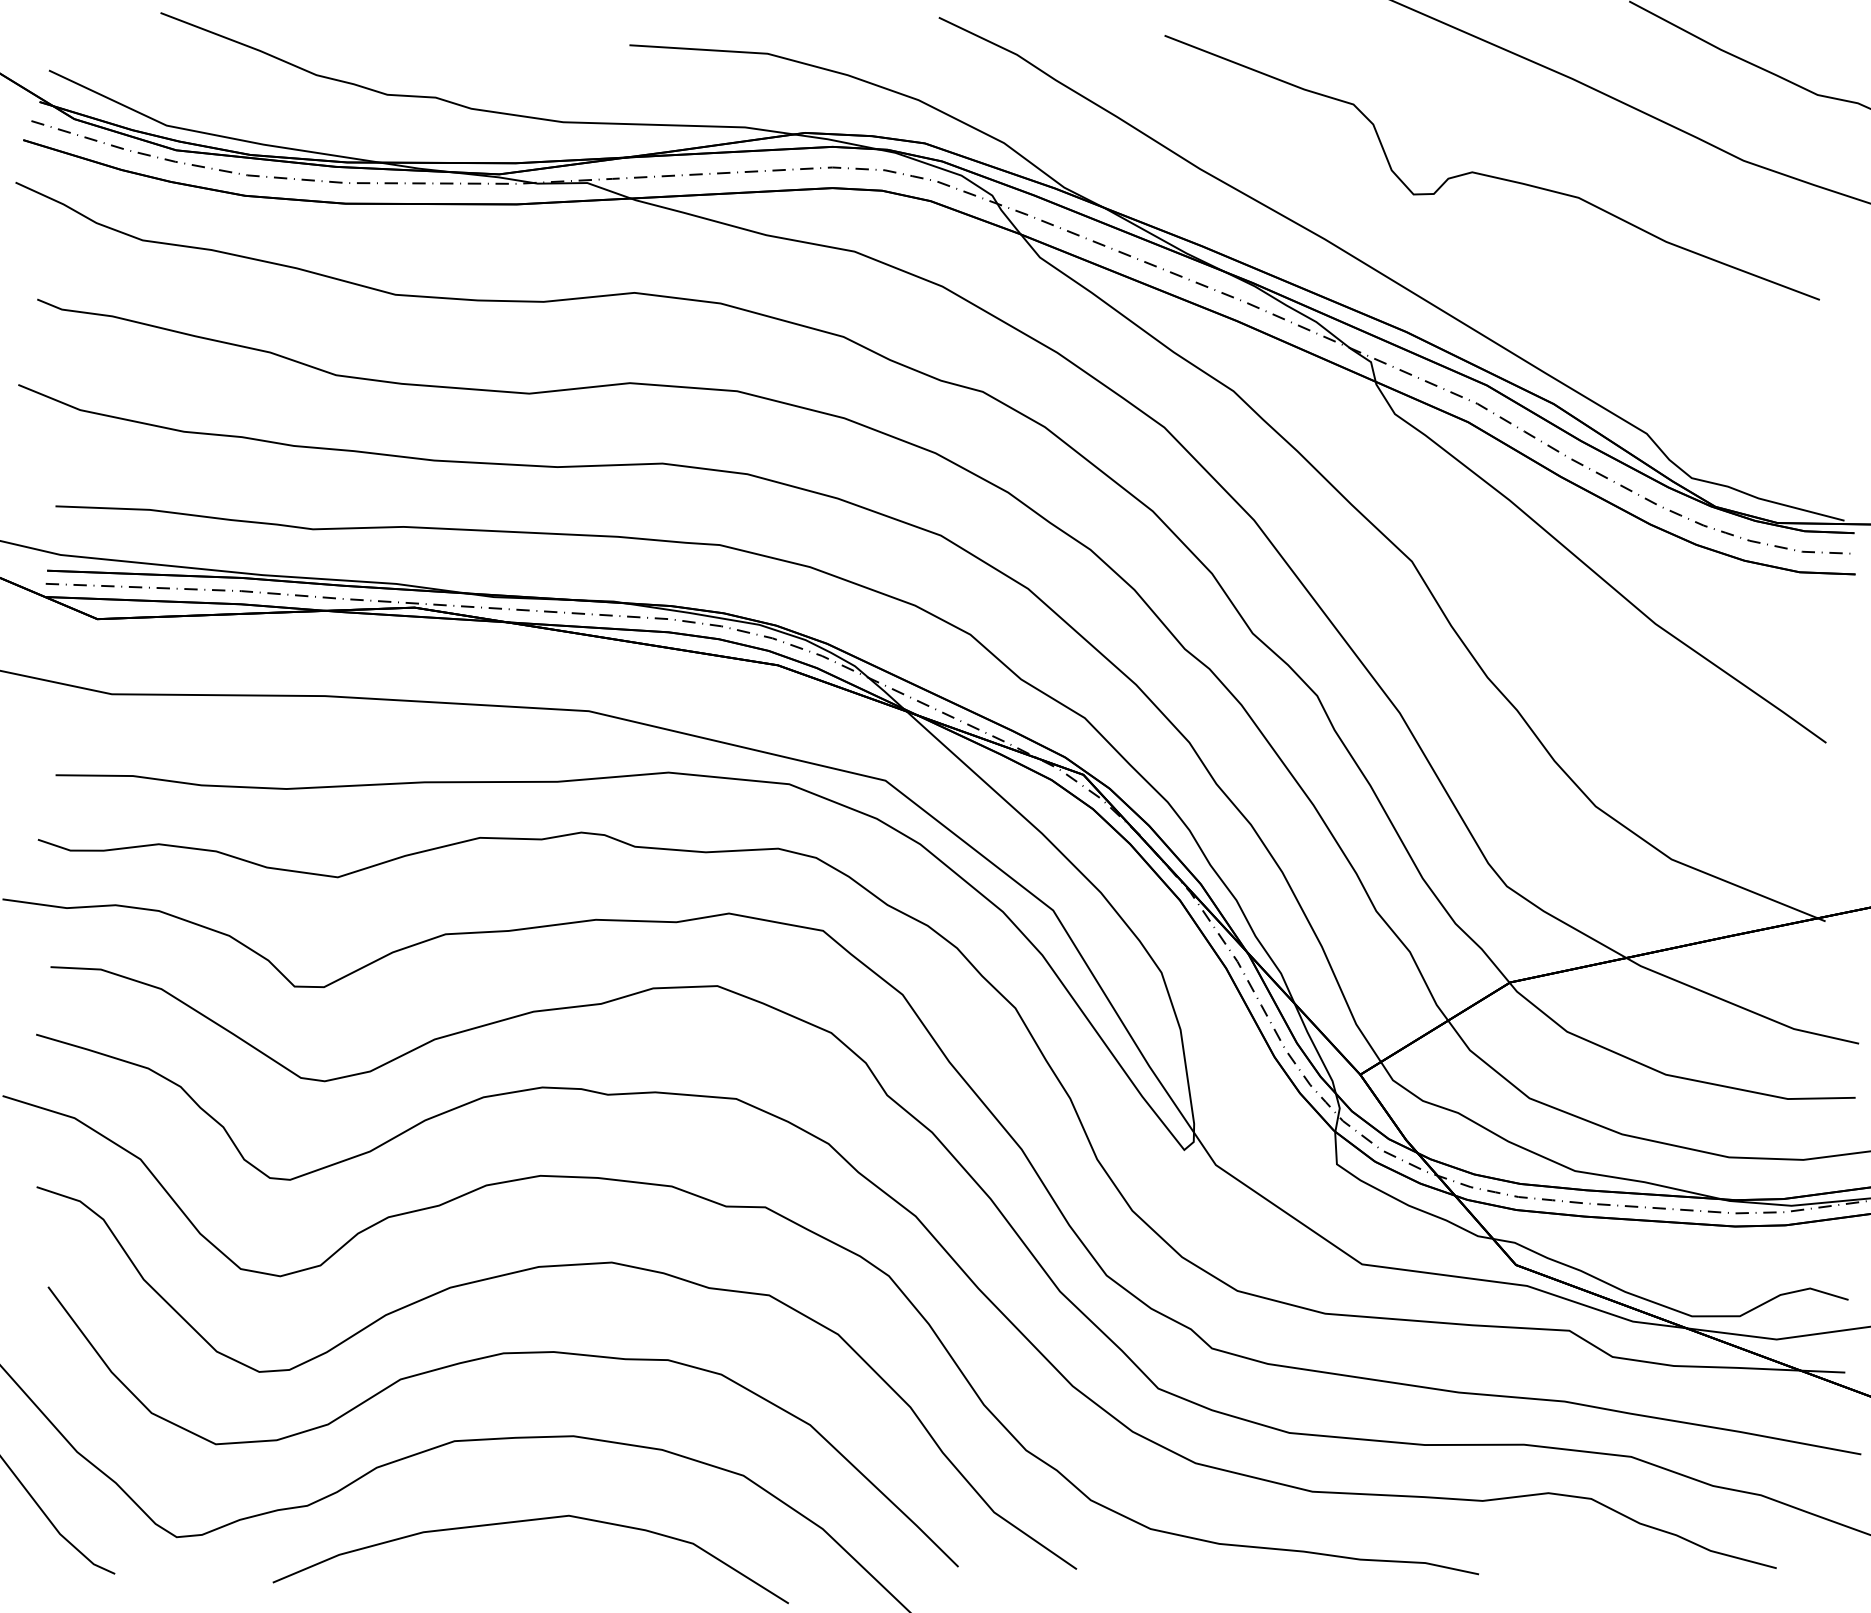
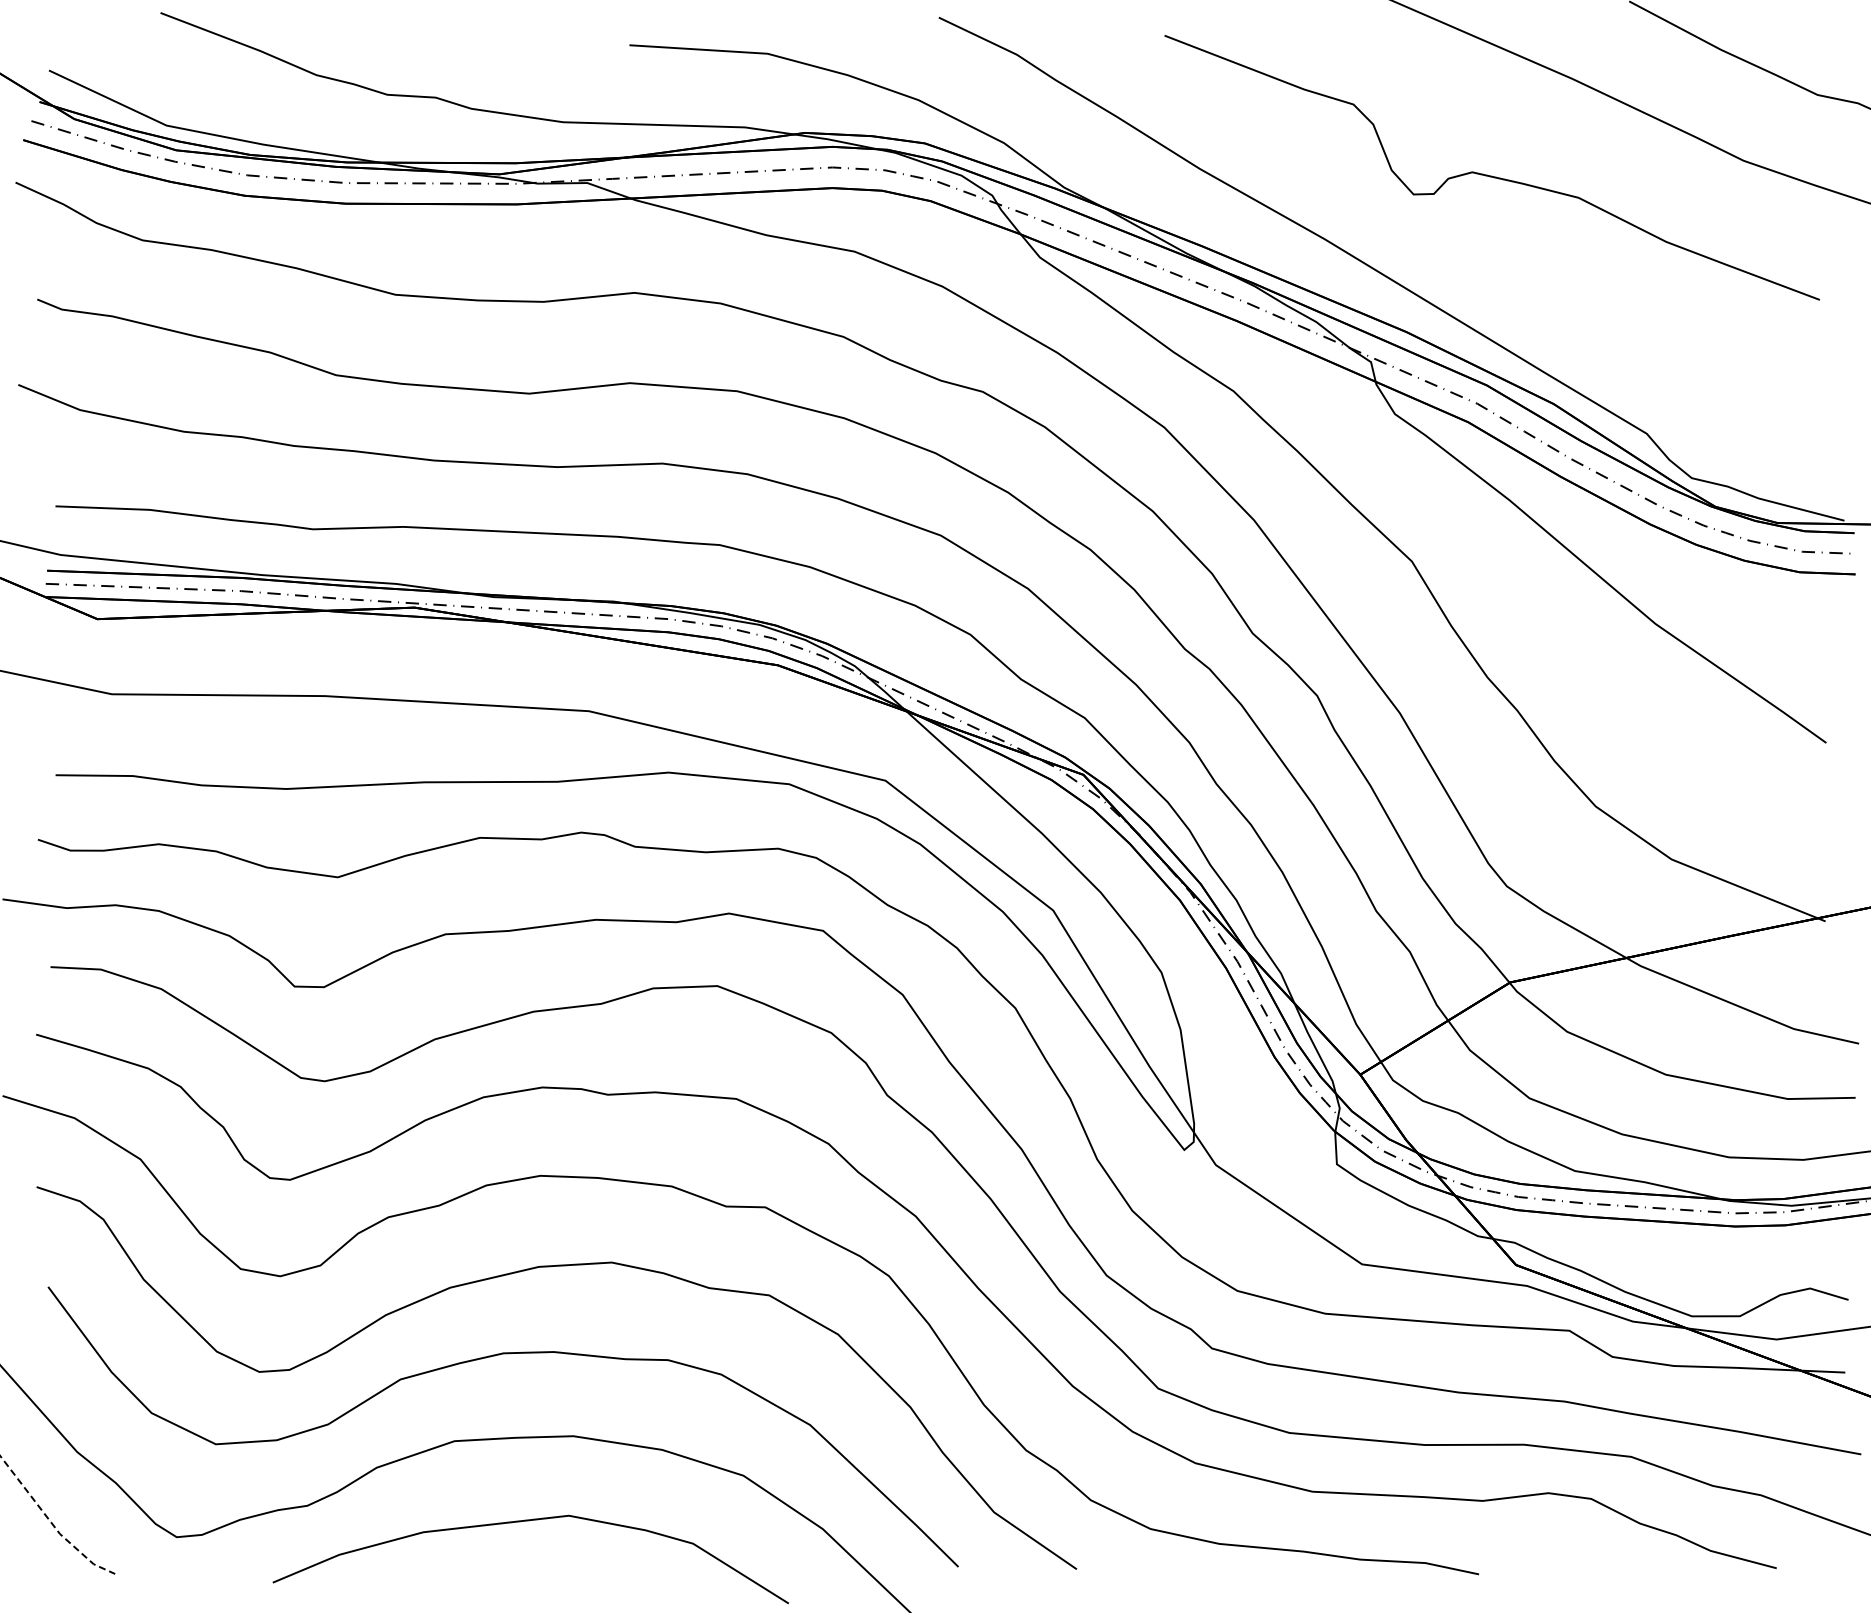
line at (52, 1523): solid -> dashed
